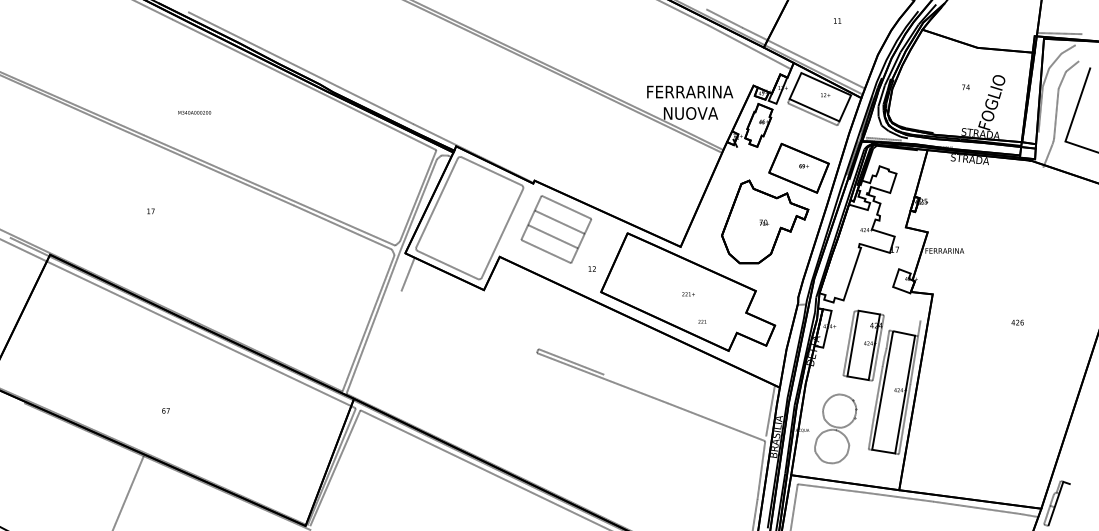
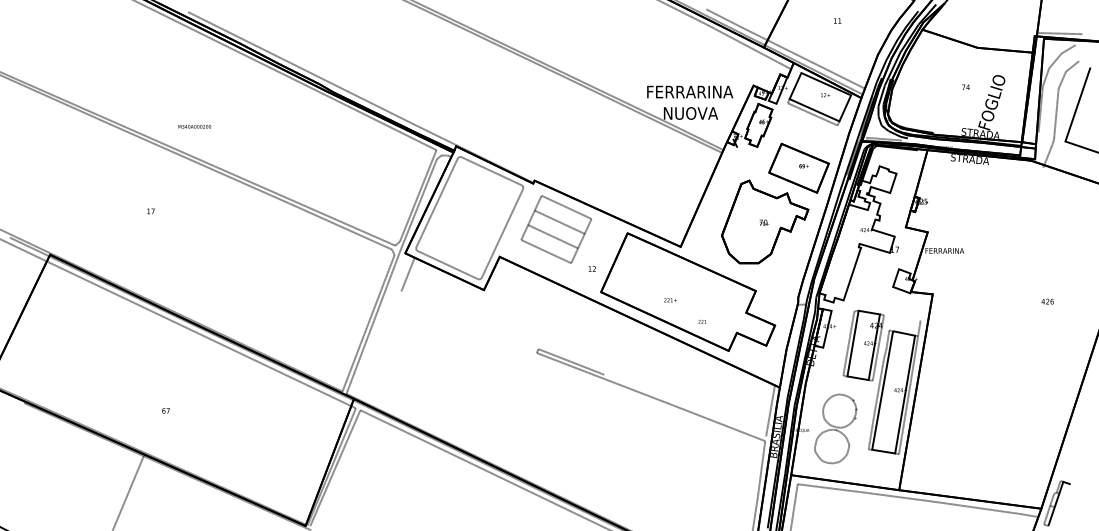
text at (194, 112) position: (194, 112) -> (194, 126)
text at (688, 294) position: (688, 294) -> (670, 300)
text at (1017, 322) position: (1017, 322) -> (1047, 301)
